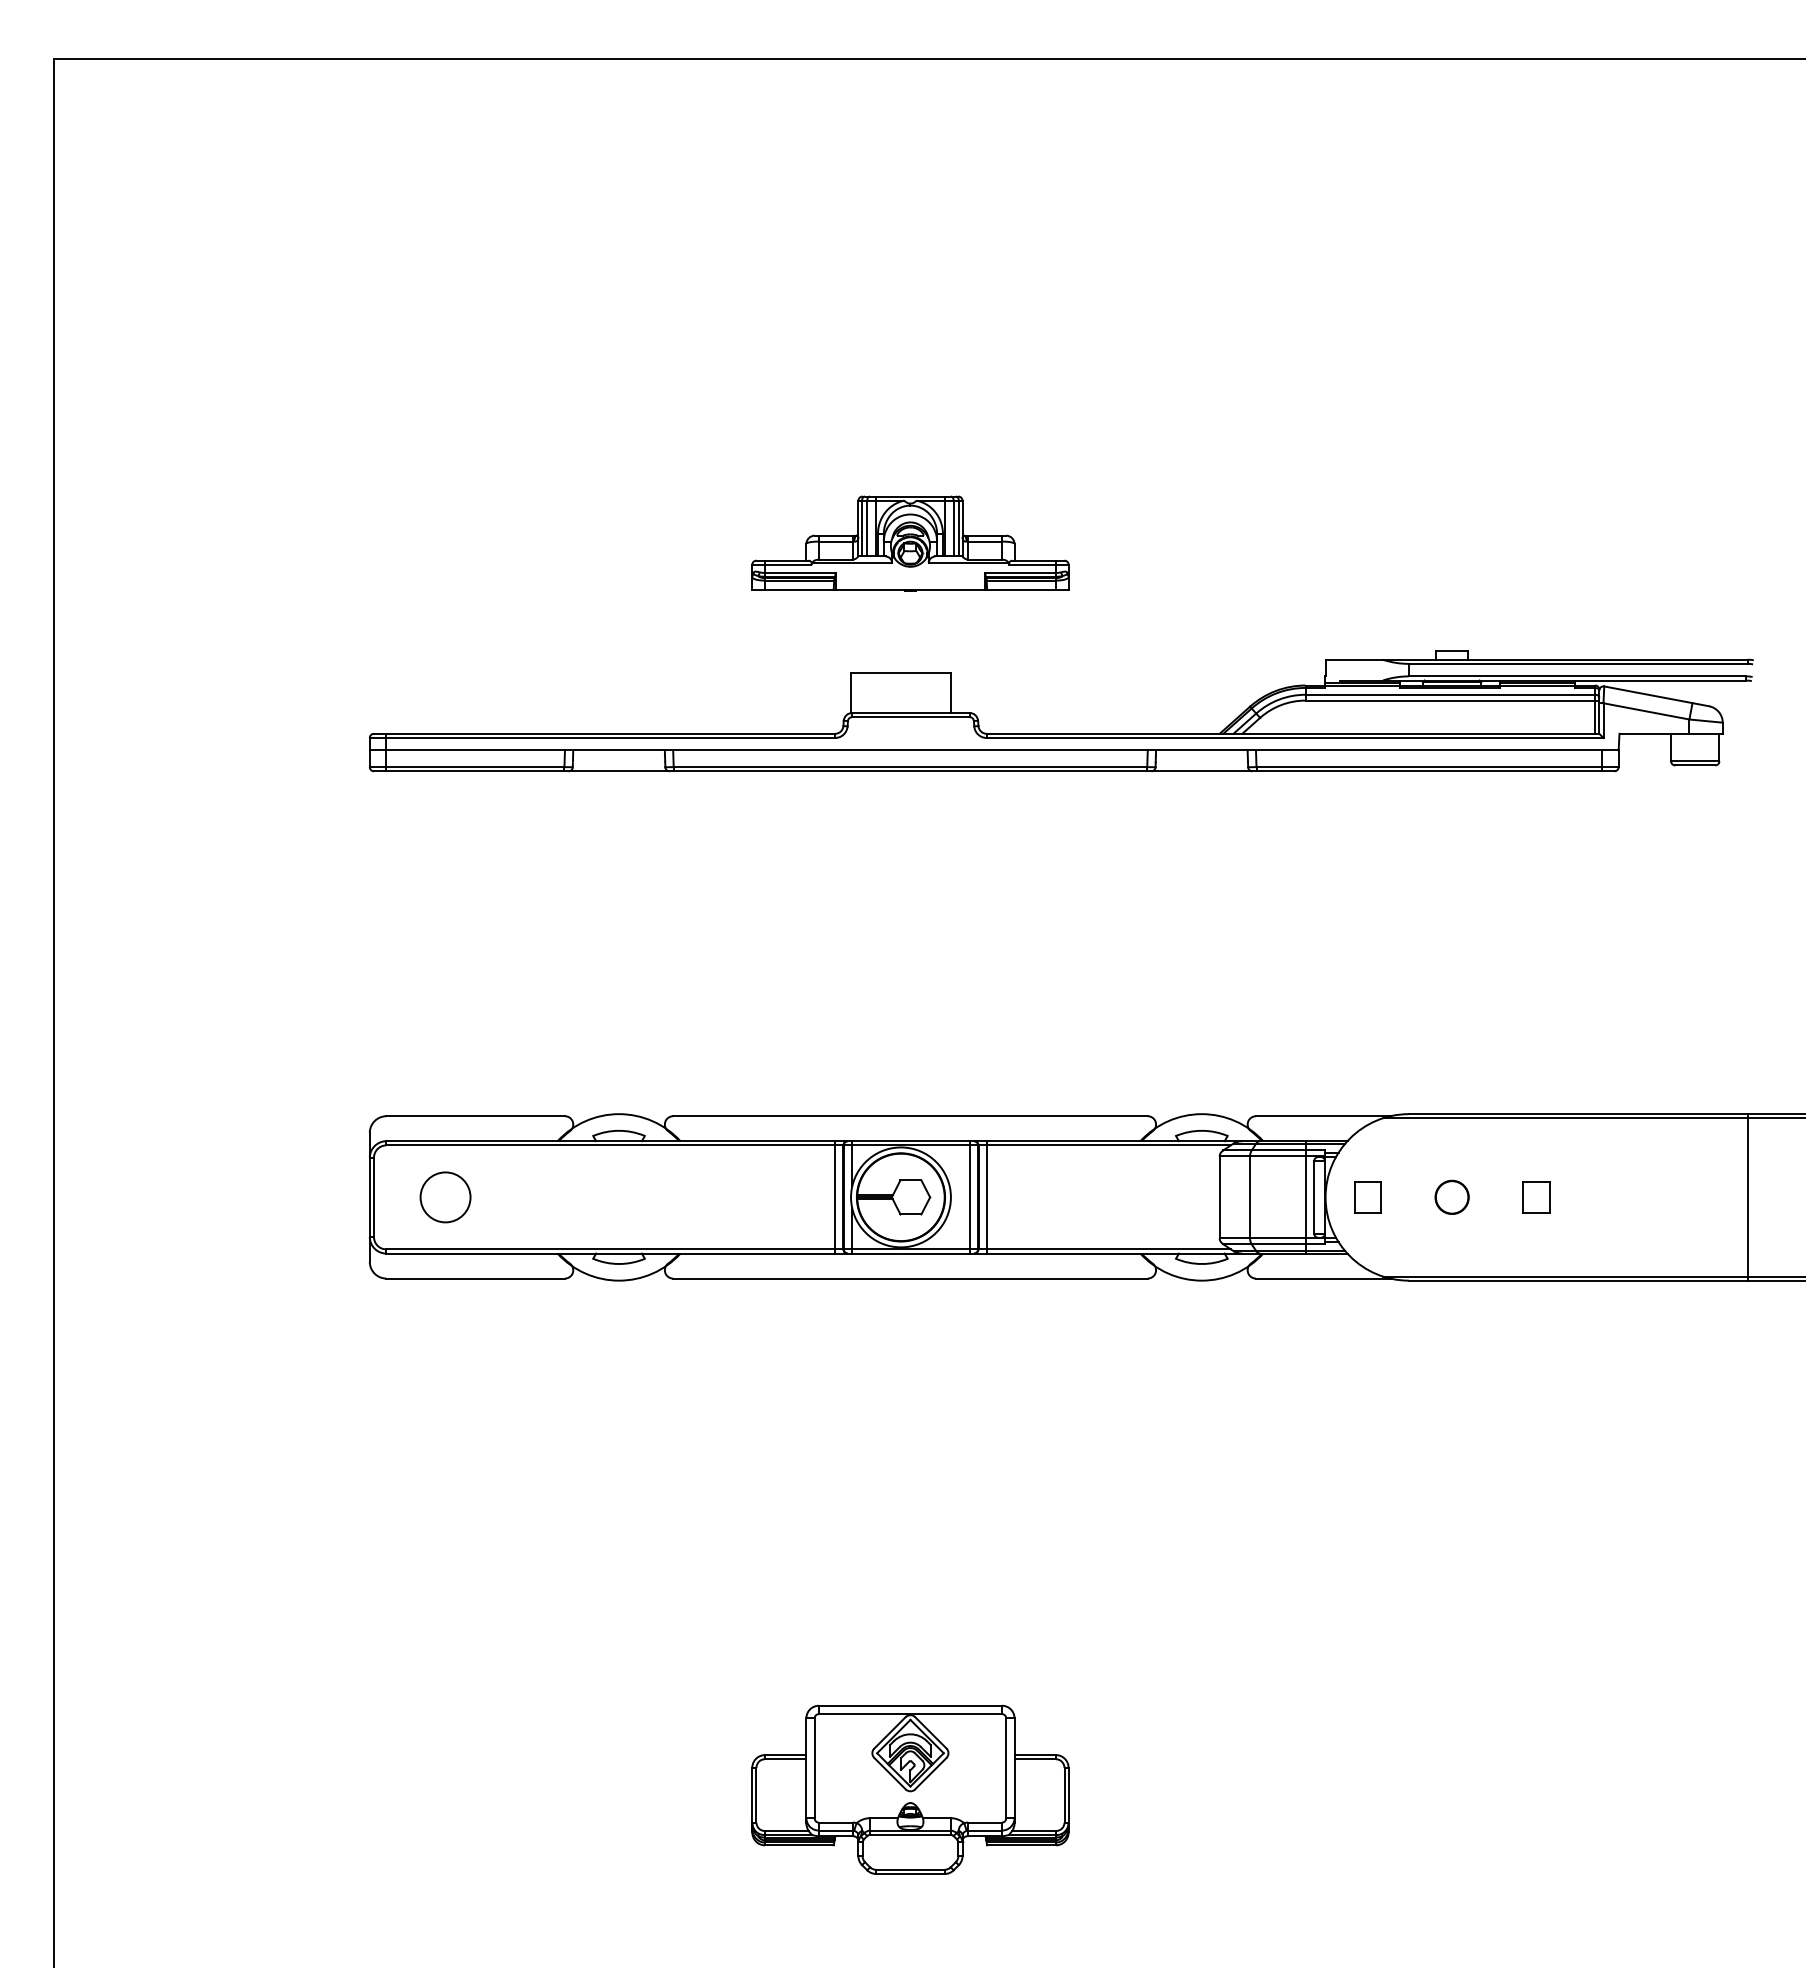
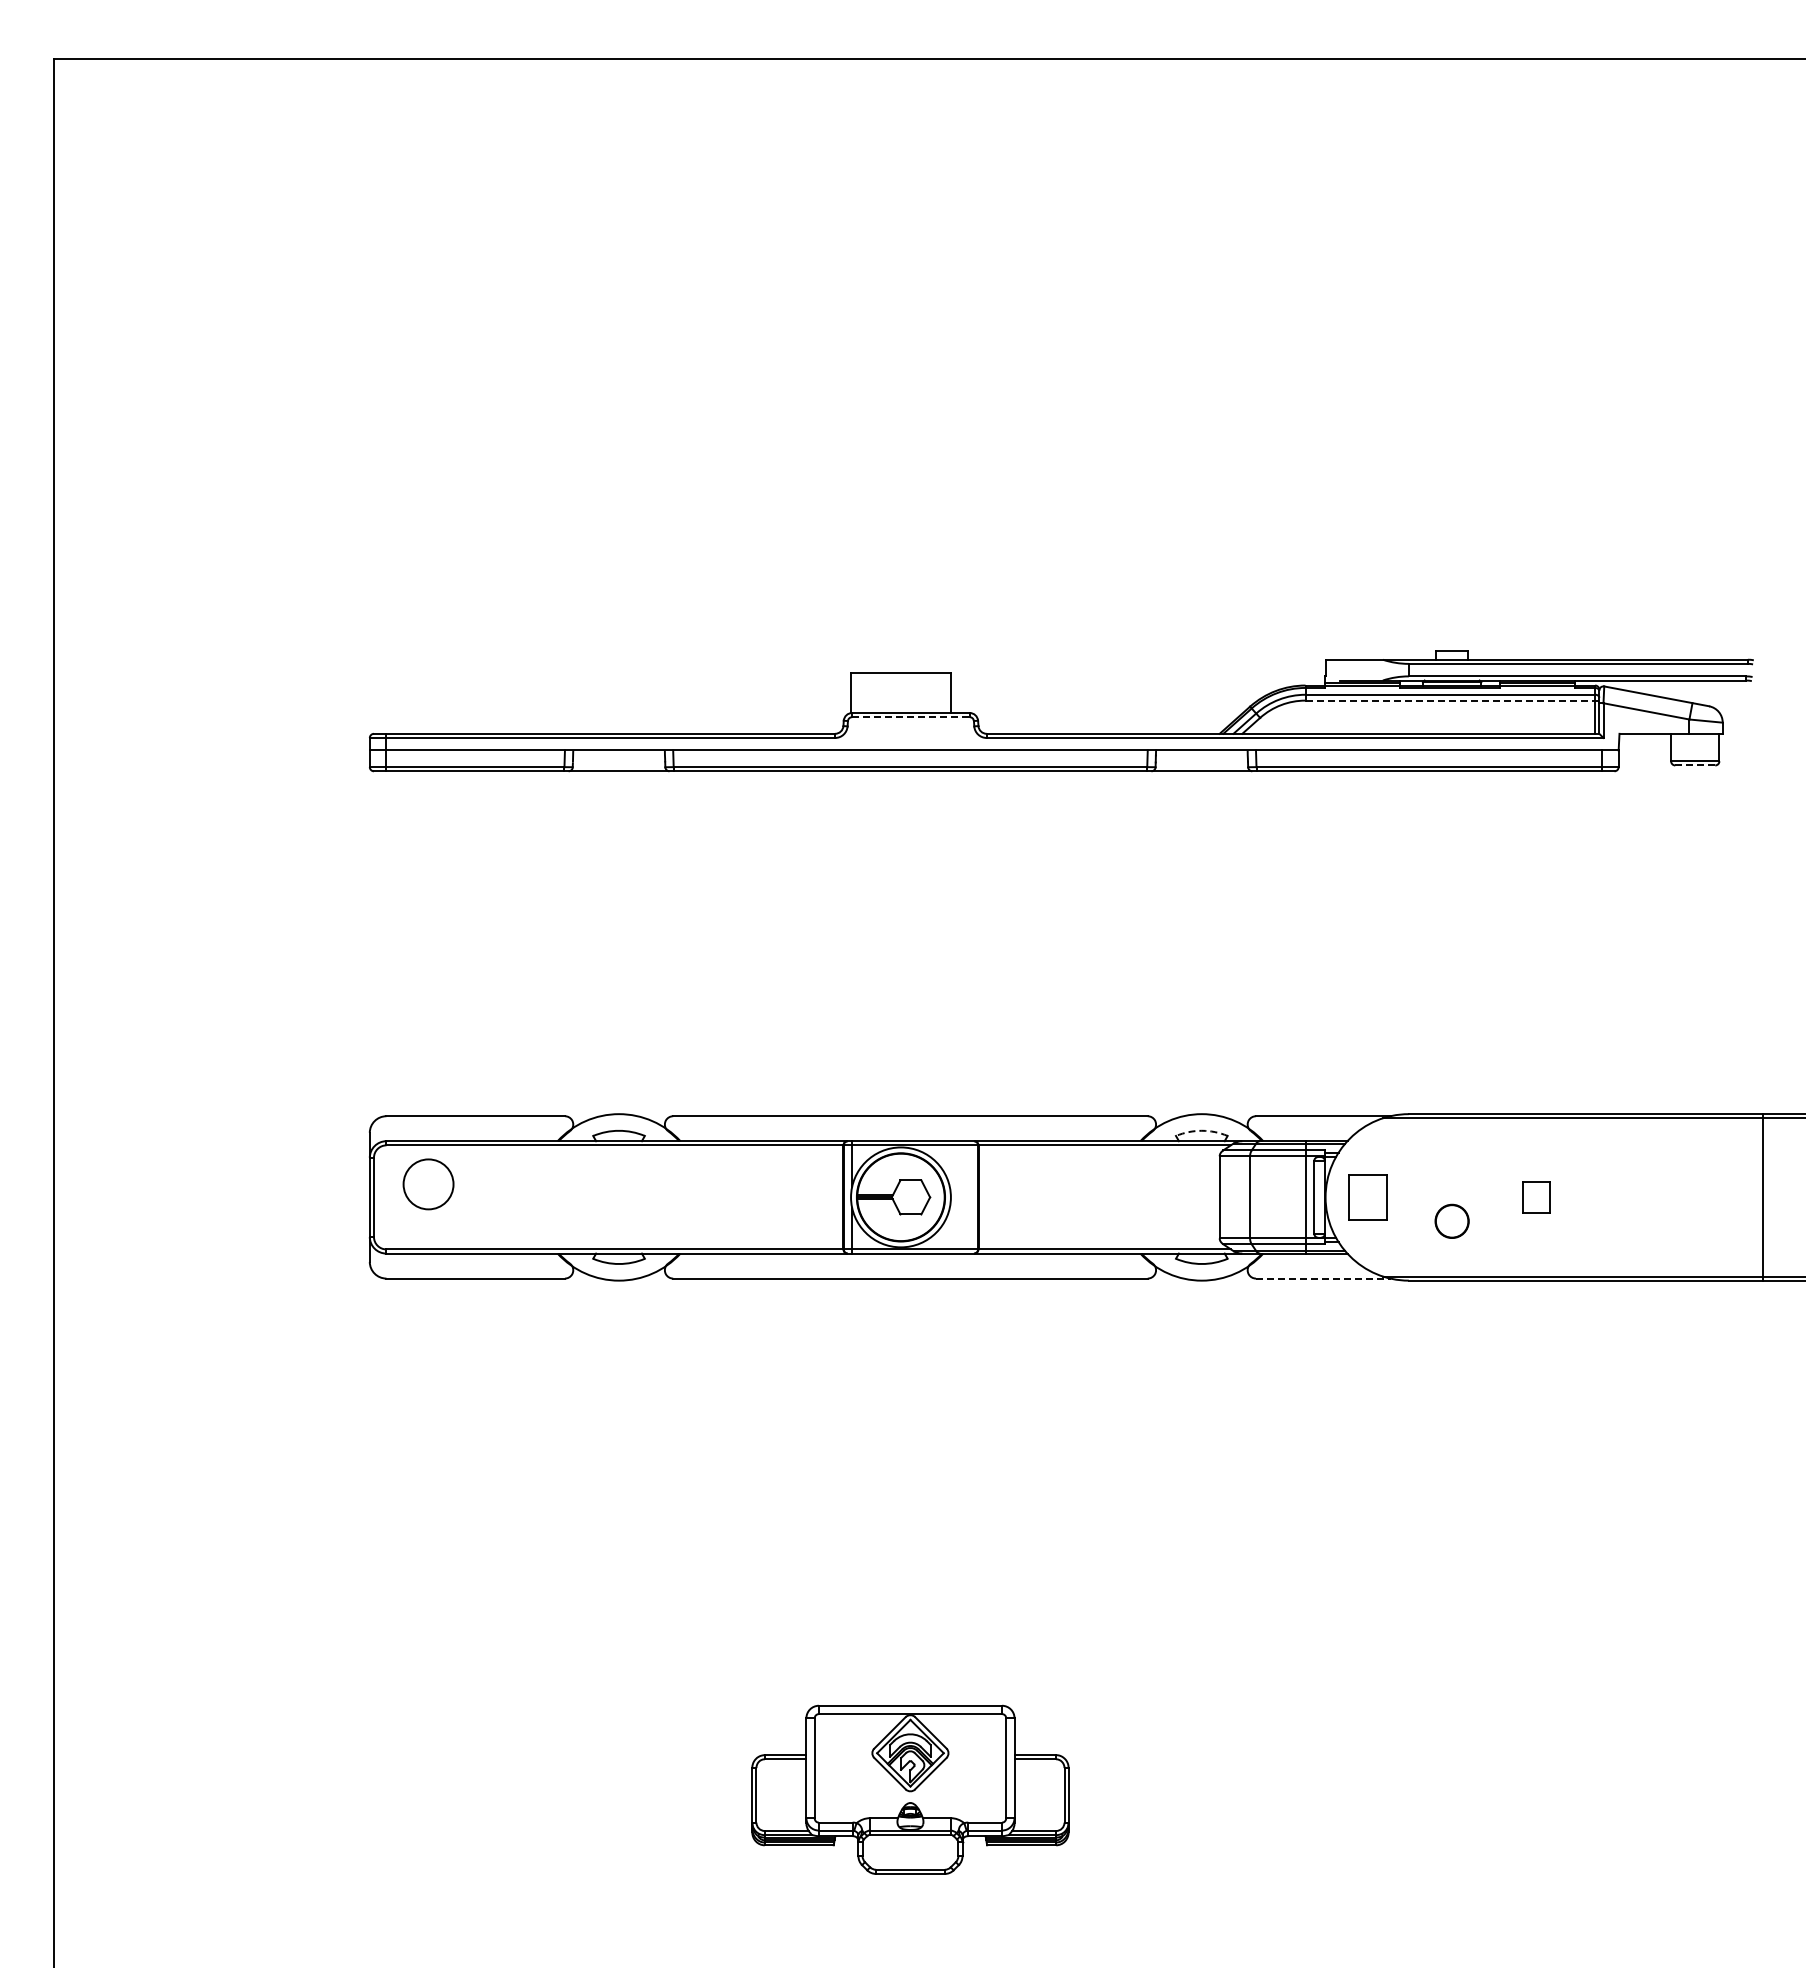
part at (910, 543): present -> none
line at (1452, 700): solid -> dashed
line at (910, 717): solid -> dashed
line at (1695, 765): solid -> dashed
arc at (1201, 1130): solid -> dashed
circle at (1451, 1196) position: (1451, 1196) -> (1451, 1220)
circle at (445, 1197) position: (445, 1197) -> (428, 1184)
line at (835, 1197): present -> none
line at (969, 1197): present -> none
line at (986, 1197): present -> none
part at (1367, 1197) size: 28x33 px -> 40x47 px
line at (1747, 1197) position: (1747, 1197) -> (1762, 1197)
line at (1323, 1278): solid -> dashed
